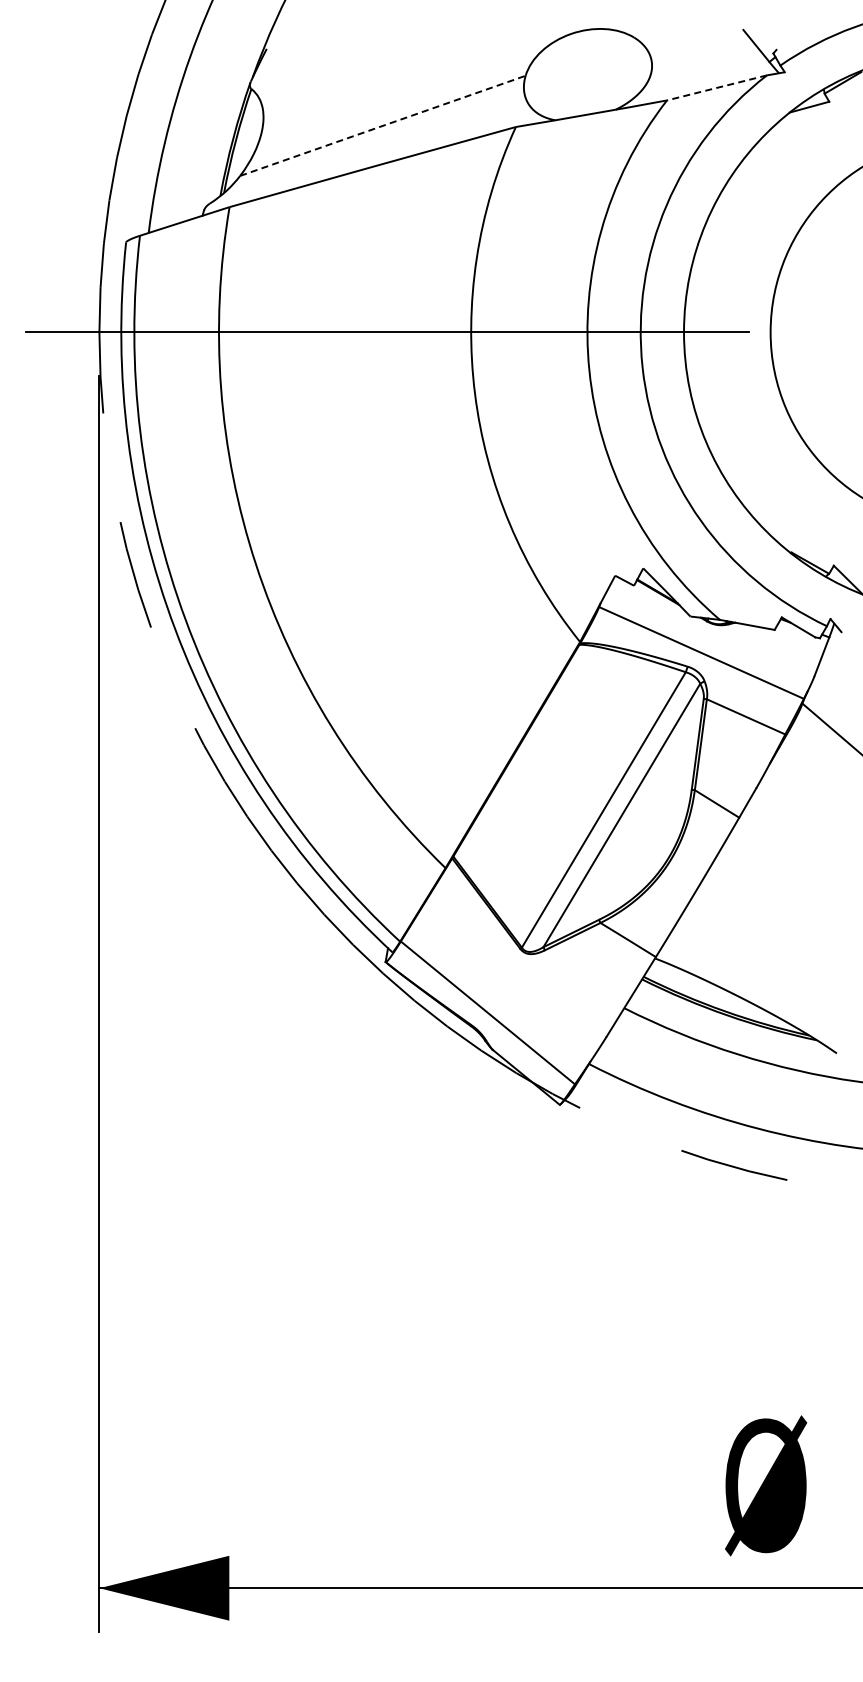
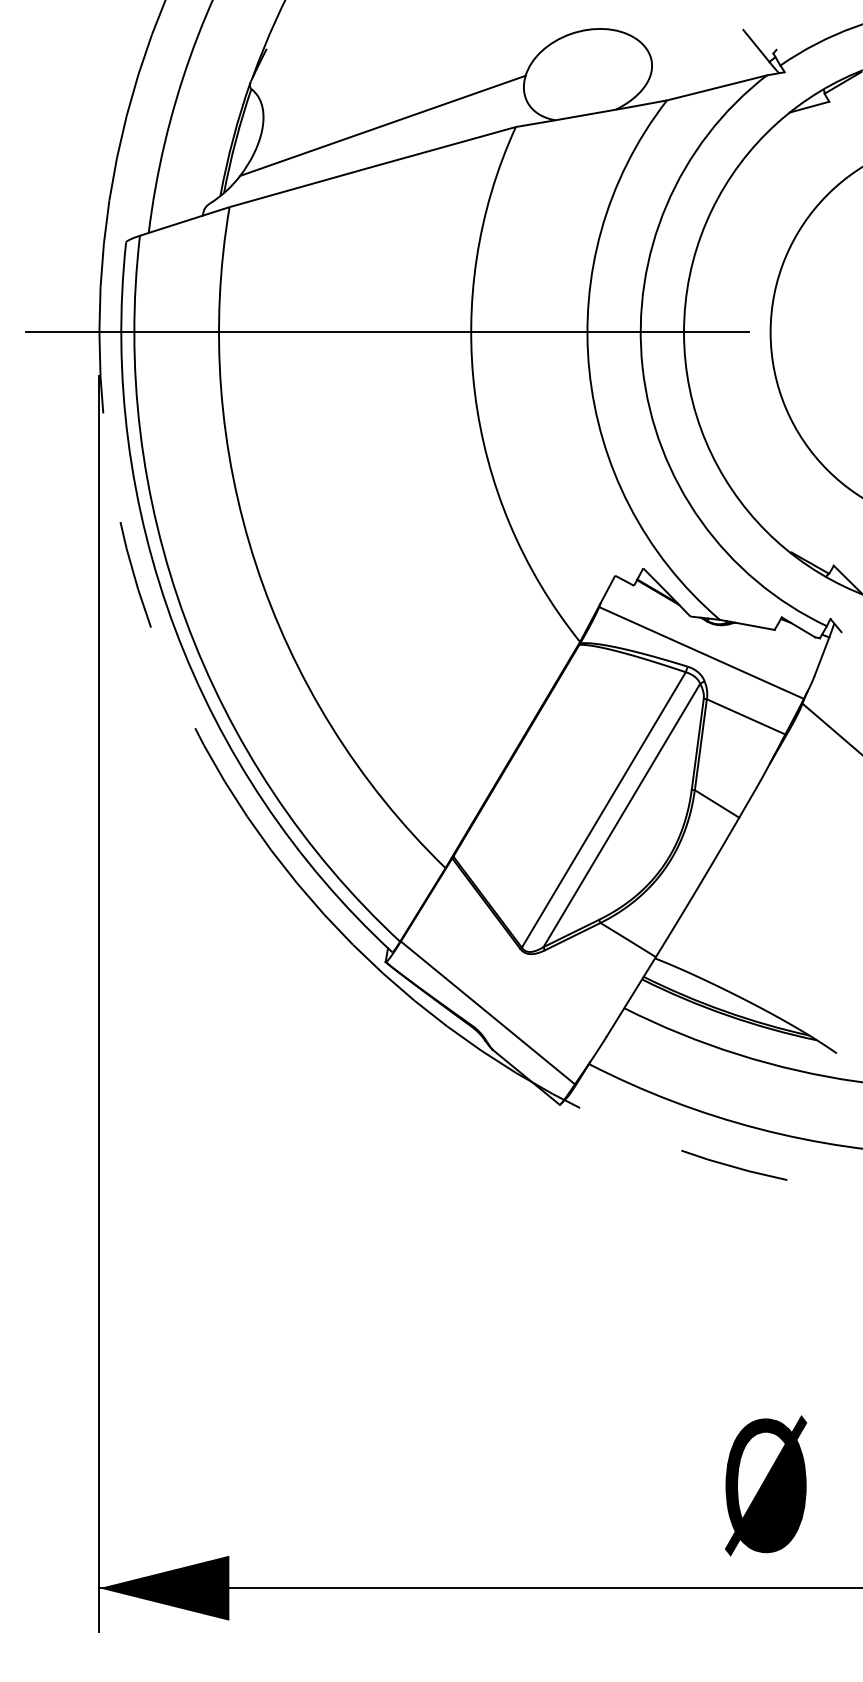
line at (717, 87): dashed -> solid
line at (383, 125): dashed -> solid
